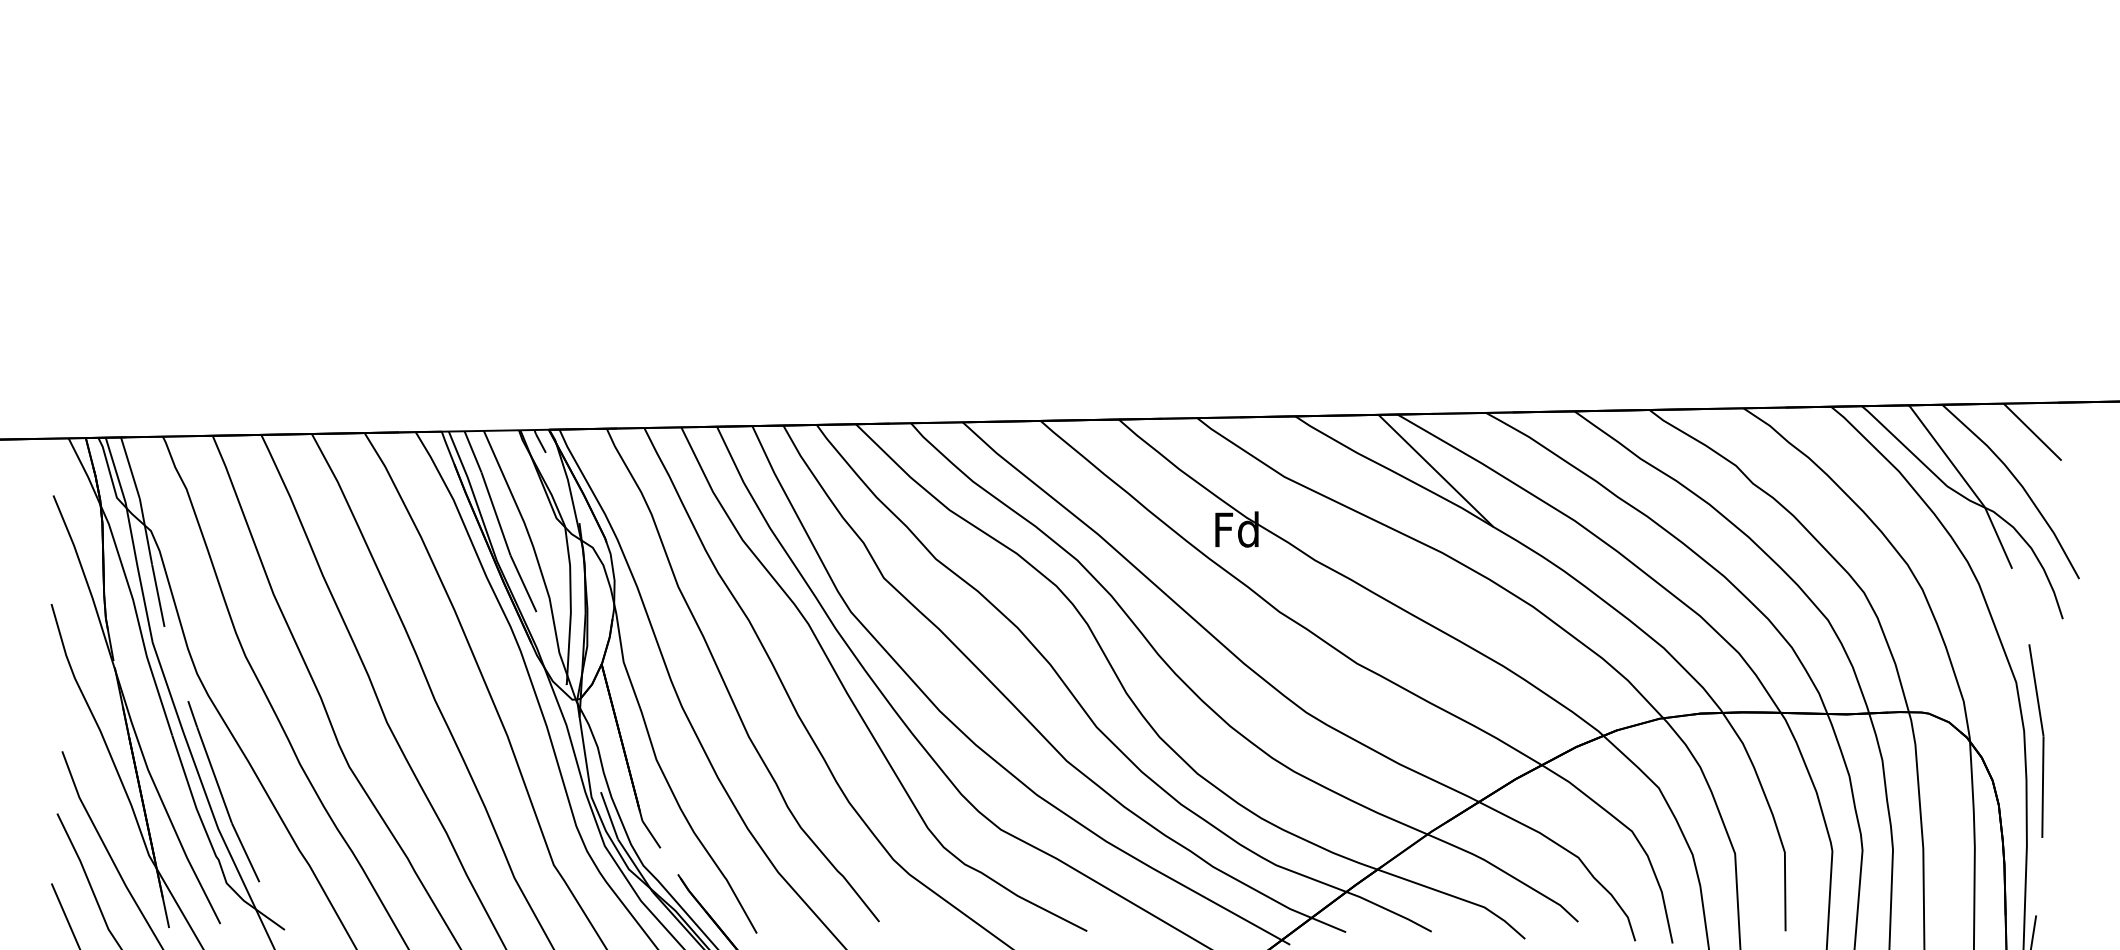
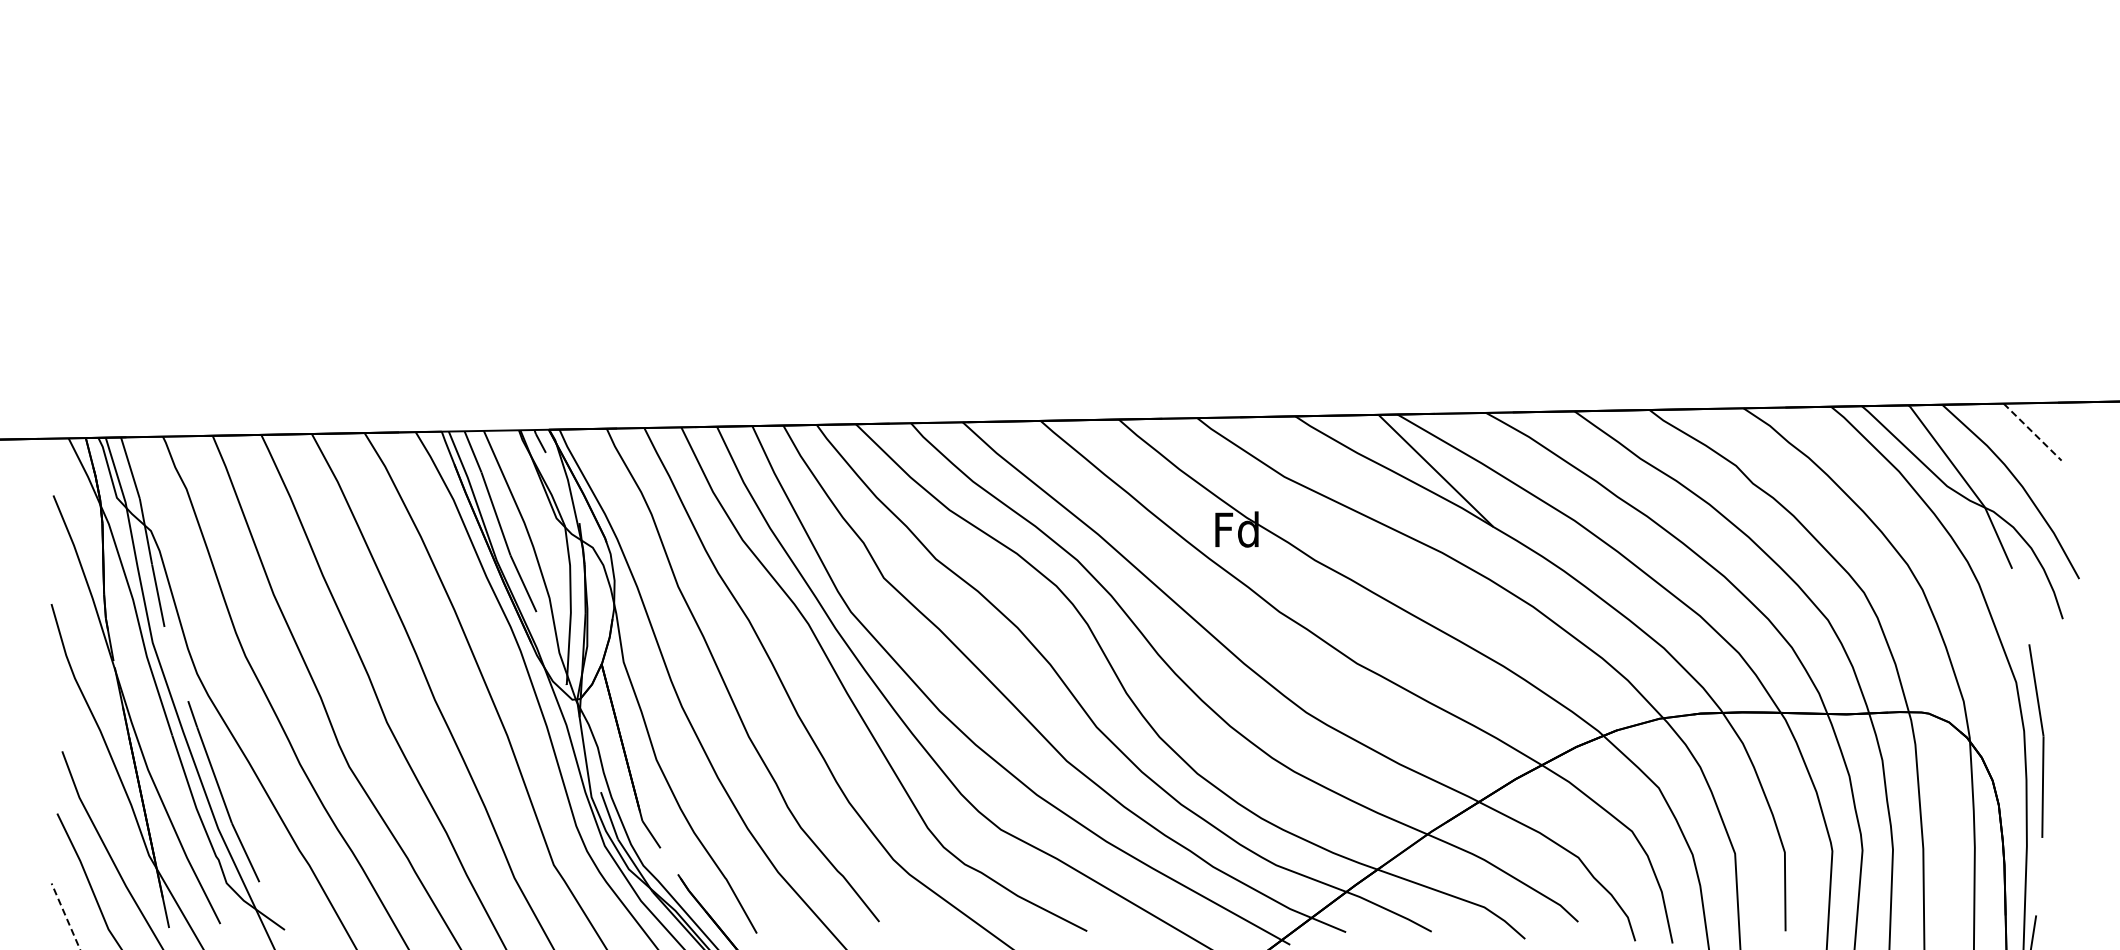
line at (2032, 432): solid -> dashed
line at (65, 916): solid -> dashed
